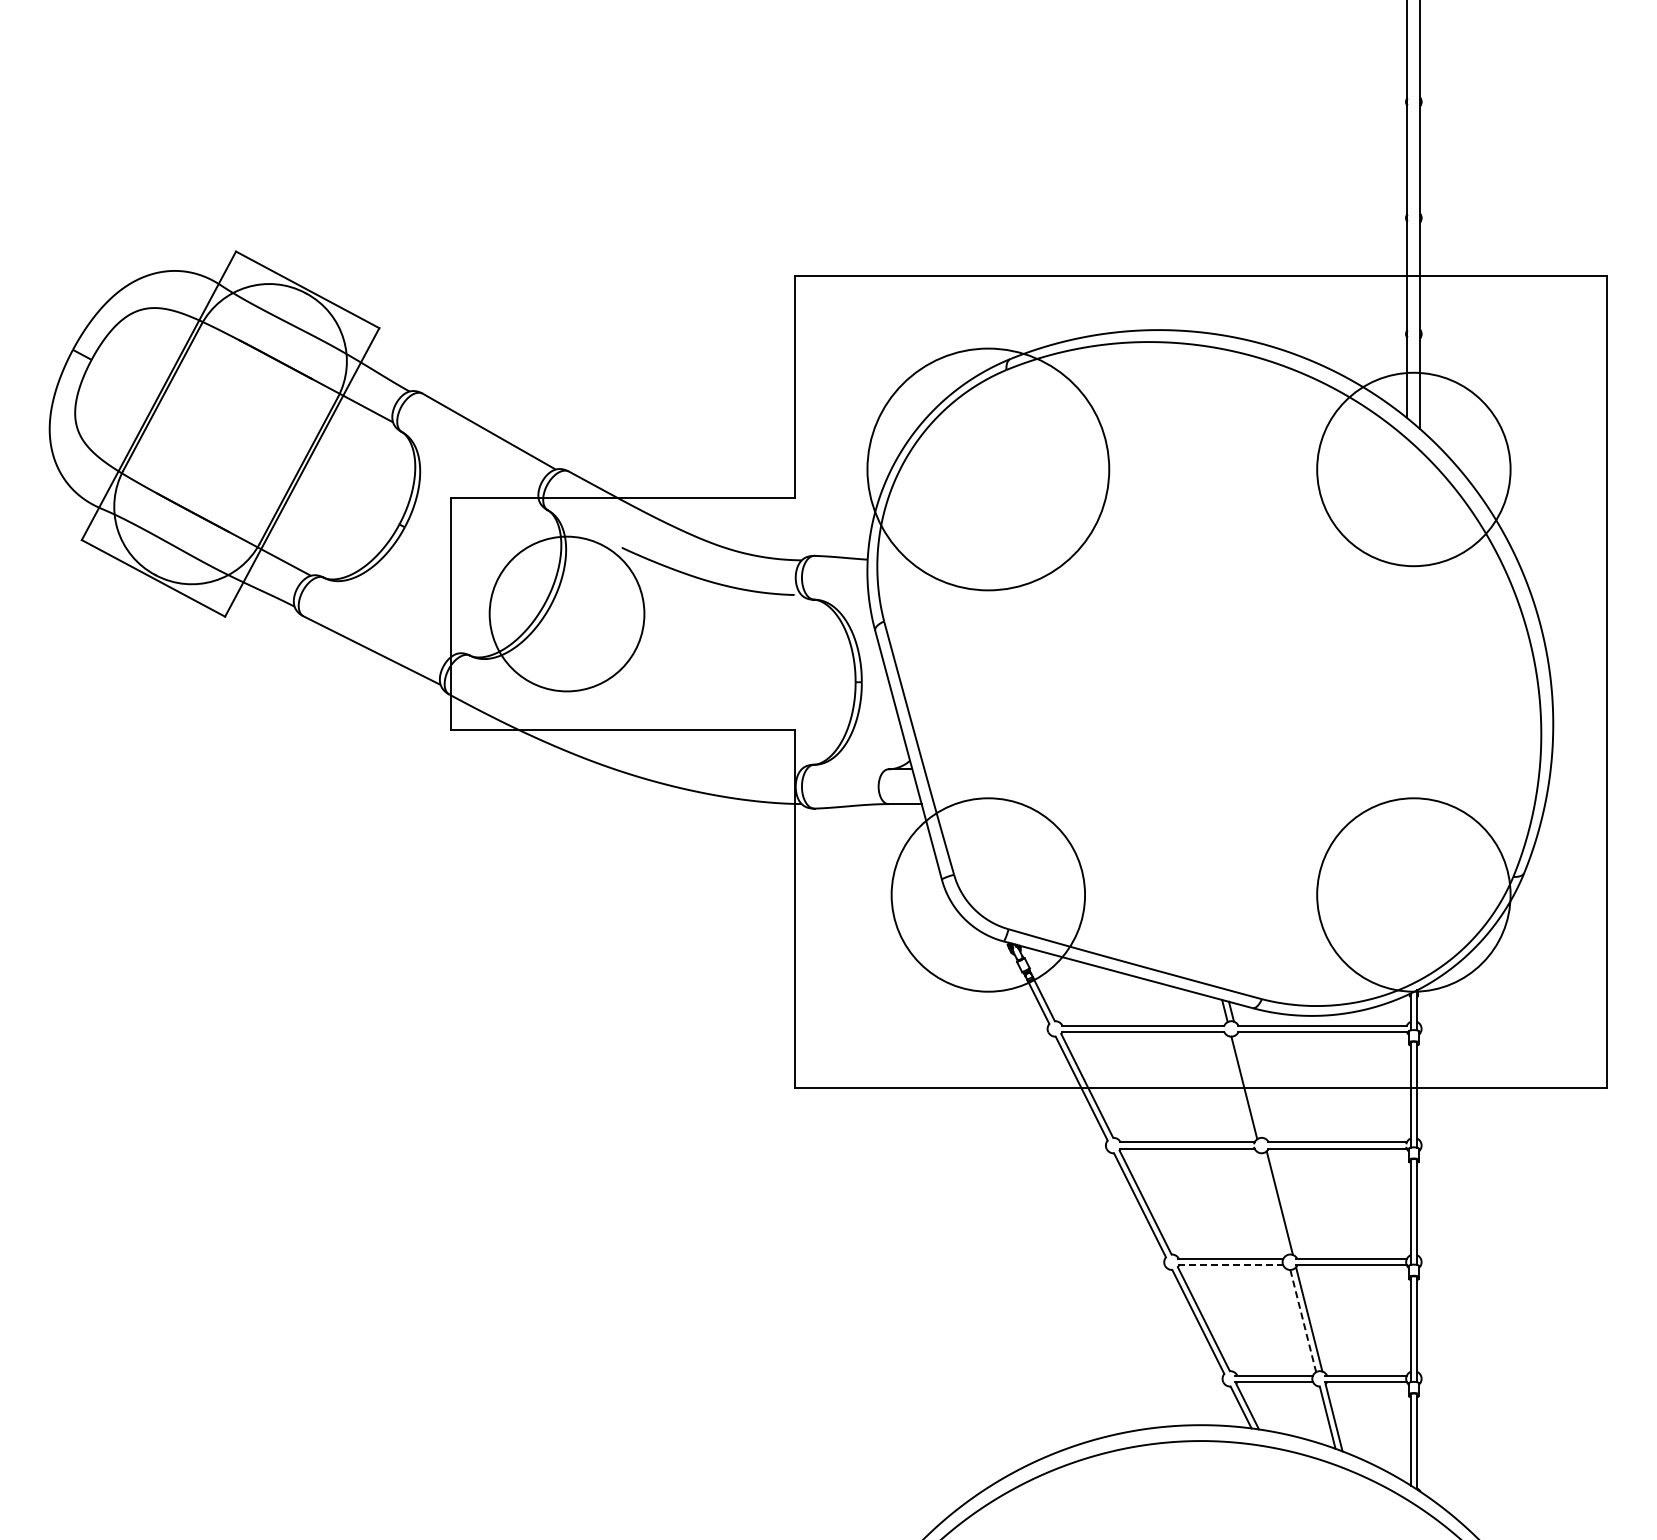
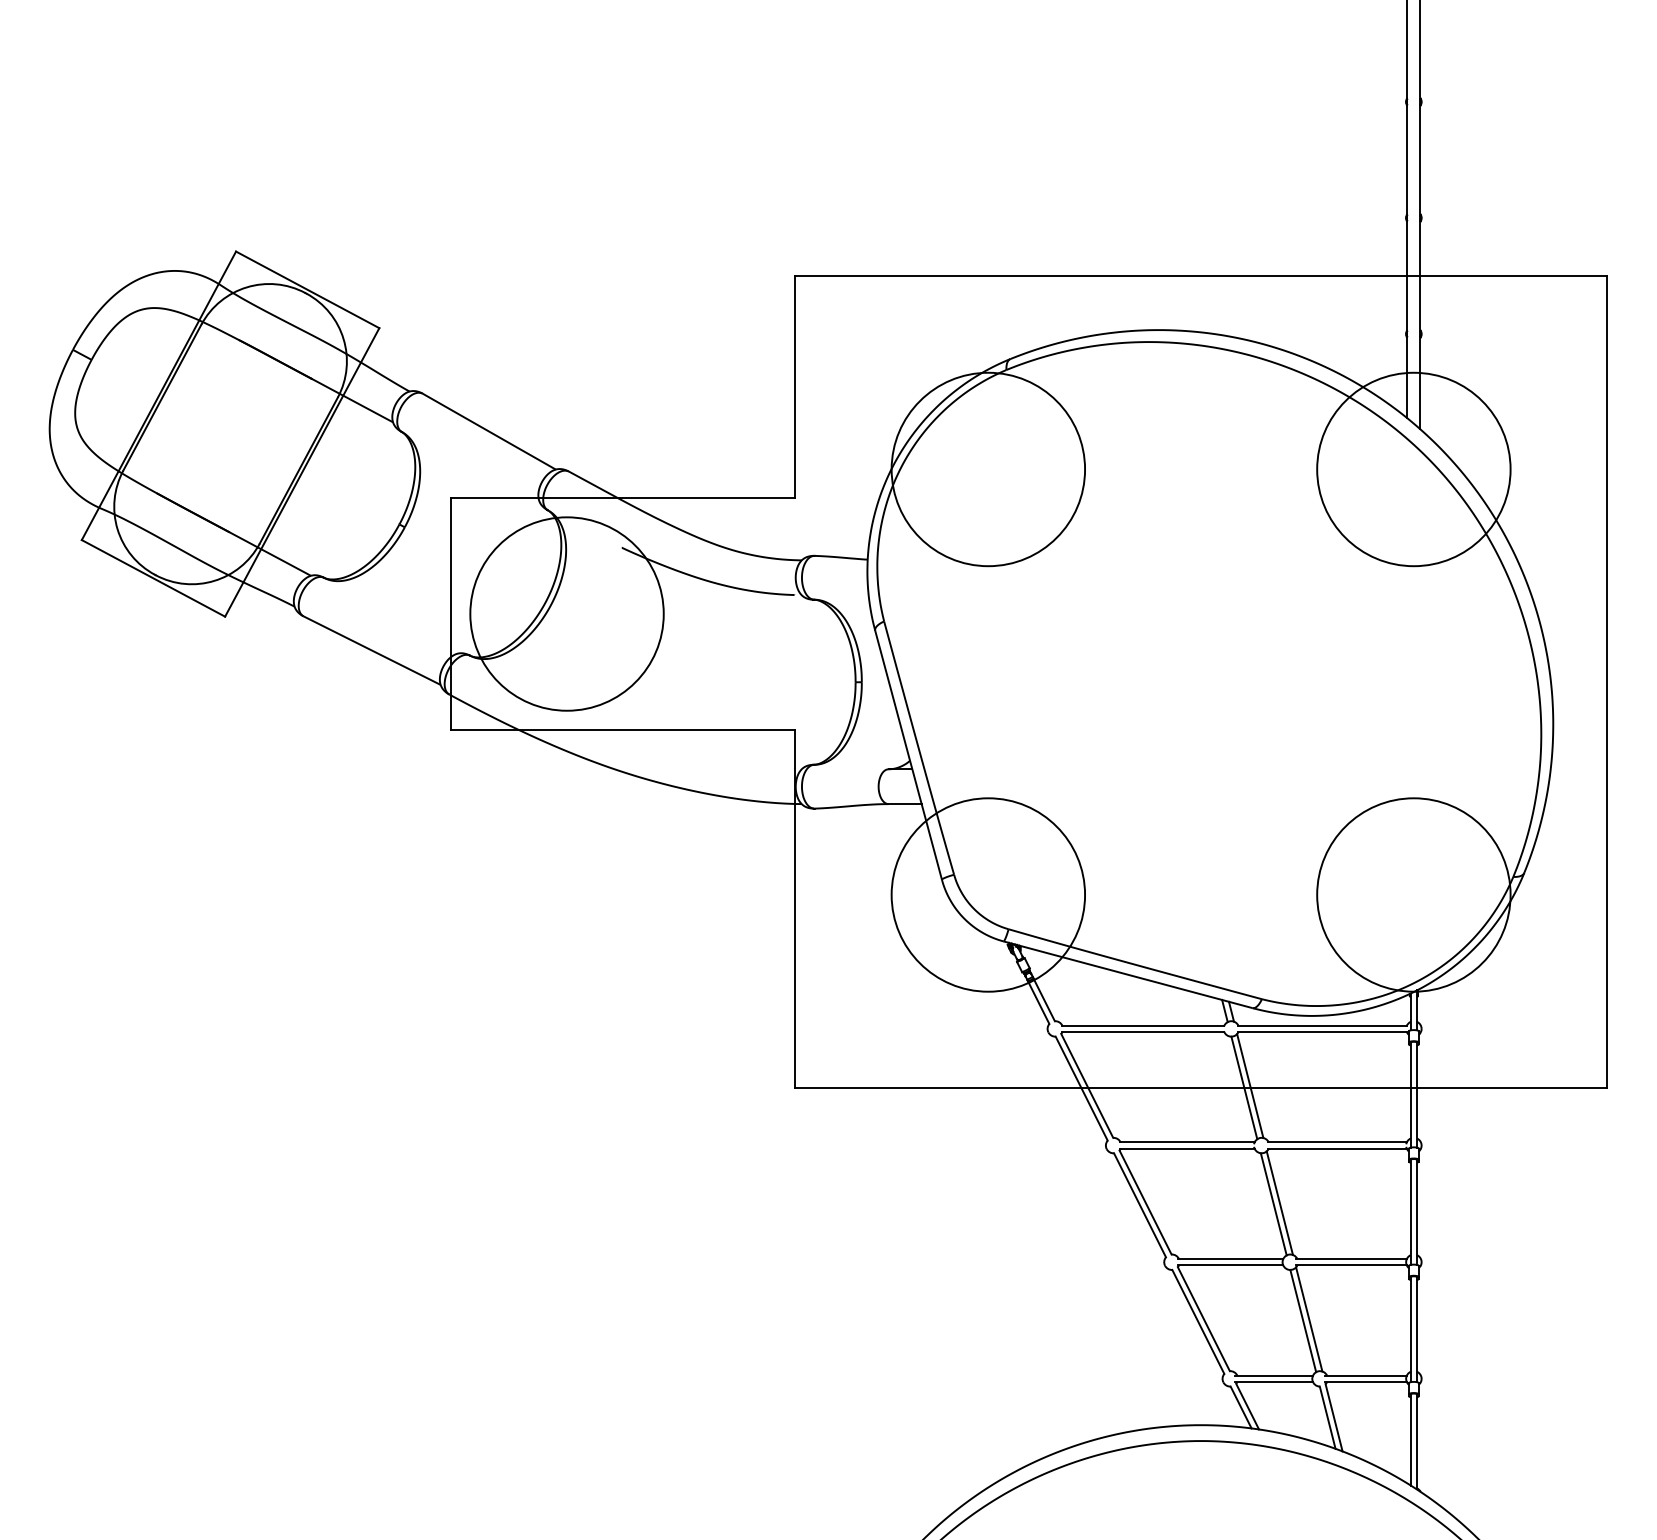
circle at (988, 469) diameter: 242 px -> 193 px
circle at (566, 613) diameter: 155 px -> 193 px
line at (1250, 1086): none -> present
line at (1273, 1204): none -> present
line at (1230, 1265): dashed -> solid
line at (1303, 1321): dashed -> solid
